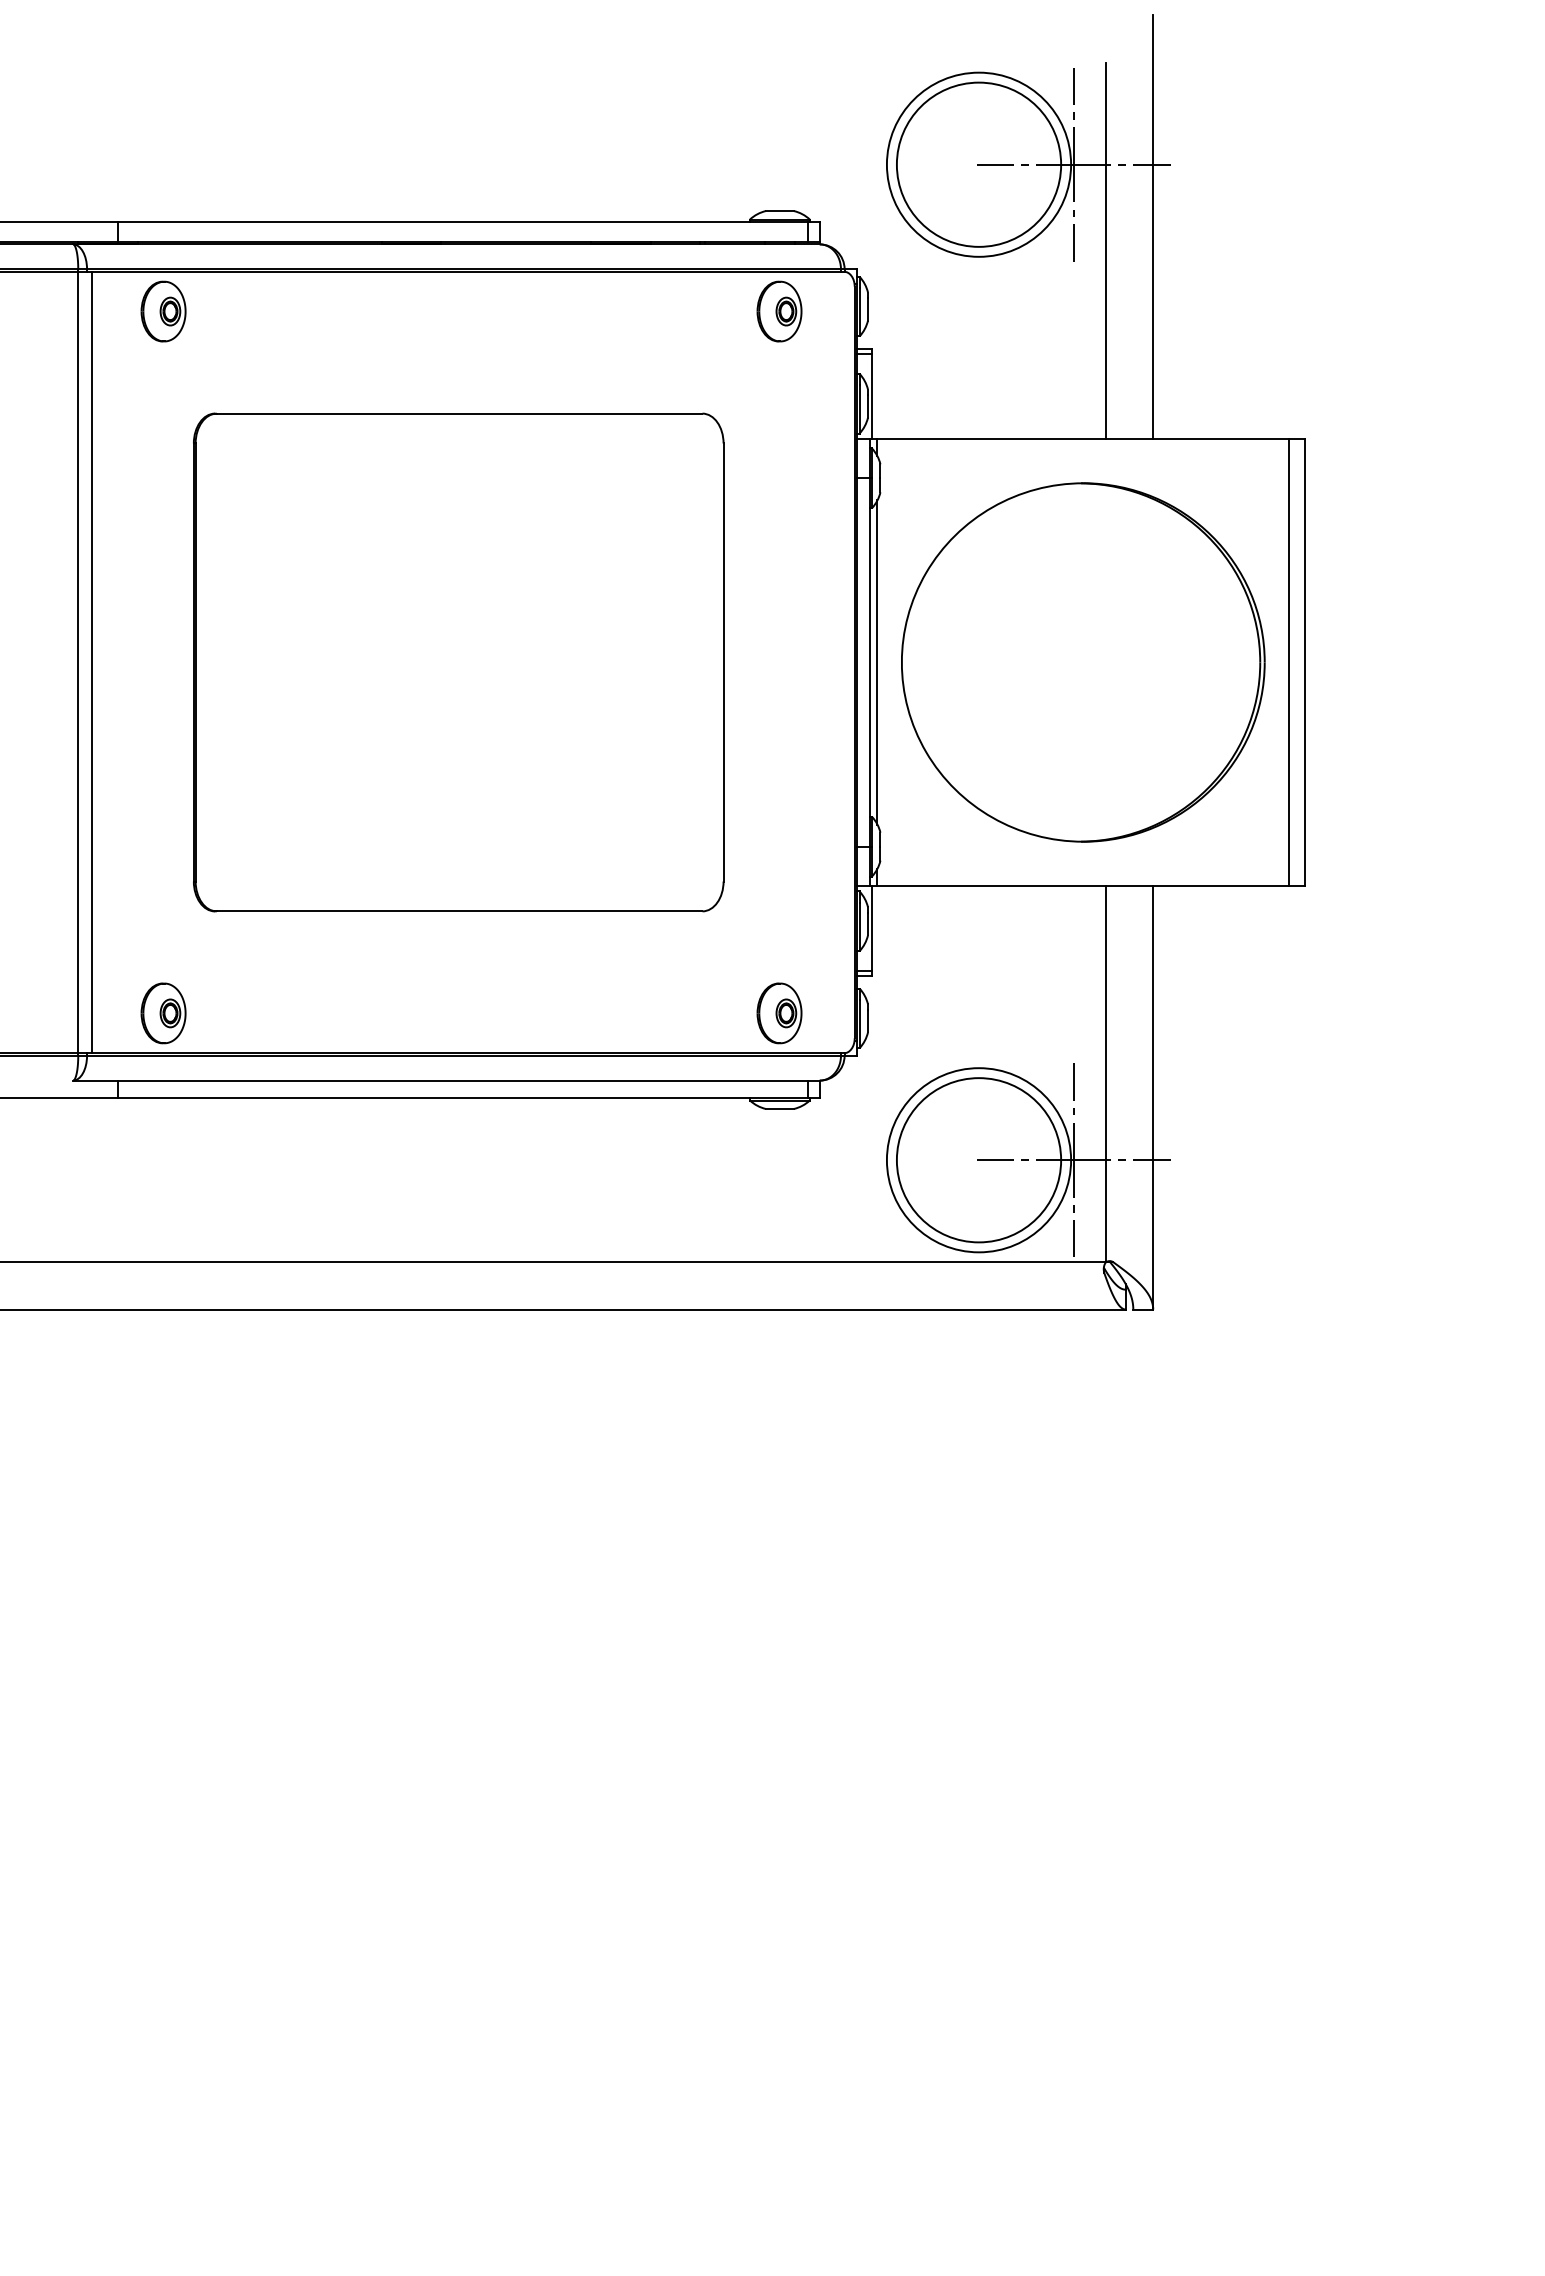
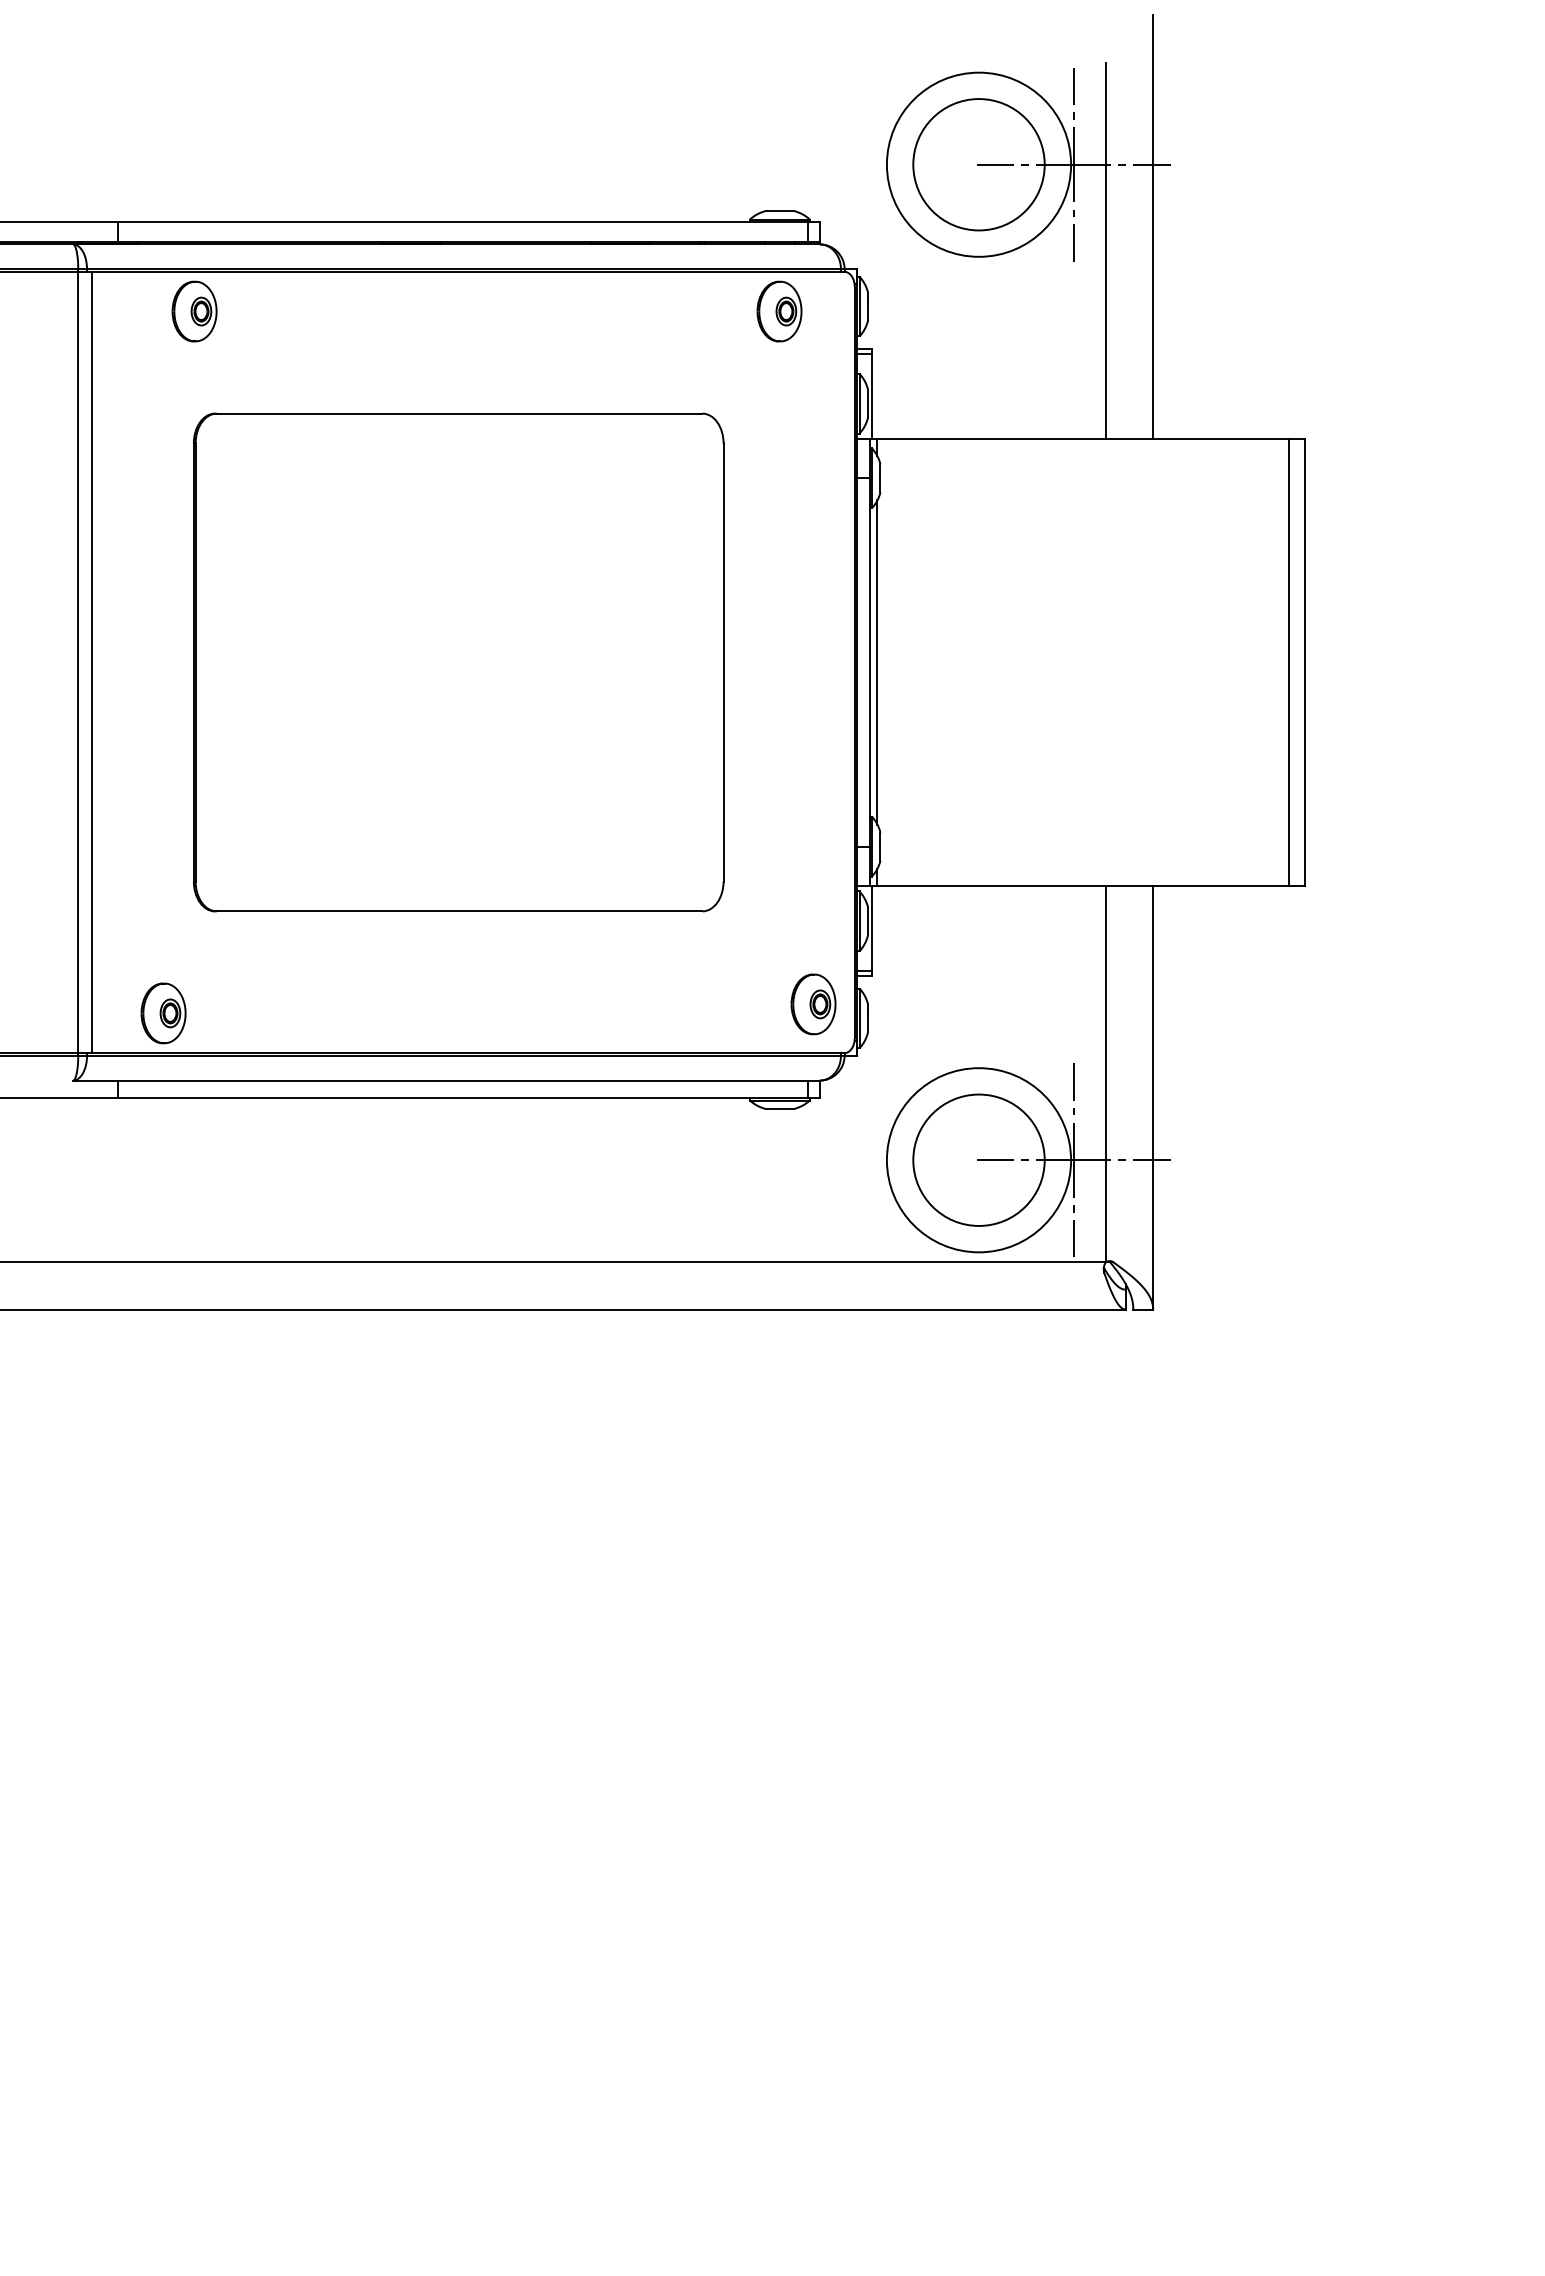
circle at (978, 164) diameter: 164 px -> 131 px
part at (163, 311) position: (163, 311) -> (194, 311)
part at (1083, 662): present -> none
part at (779, 1013) position: (779, 1013) -> (813, 1004)
circle at (978, 1160) diameter: 164 px -> 131 px
